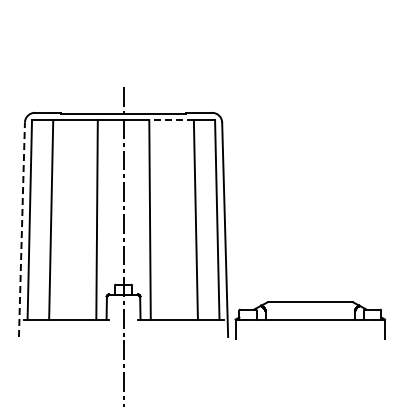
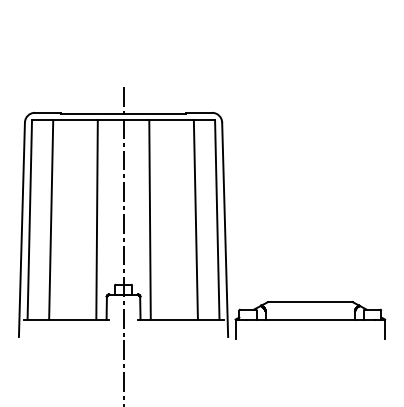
line at (171, 120): dashed -> solid
line at (21, 229): dashed -> solid
